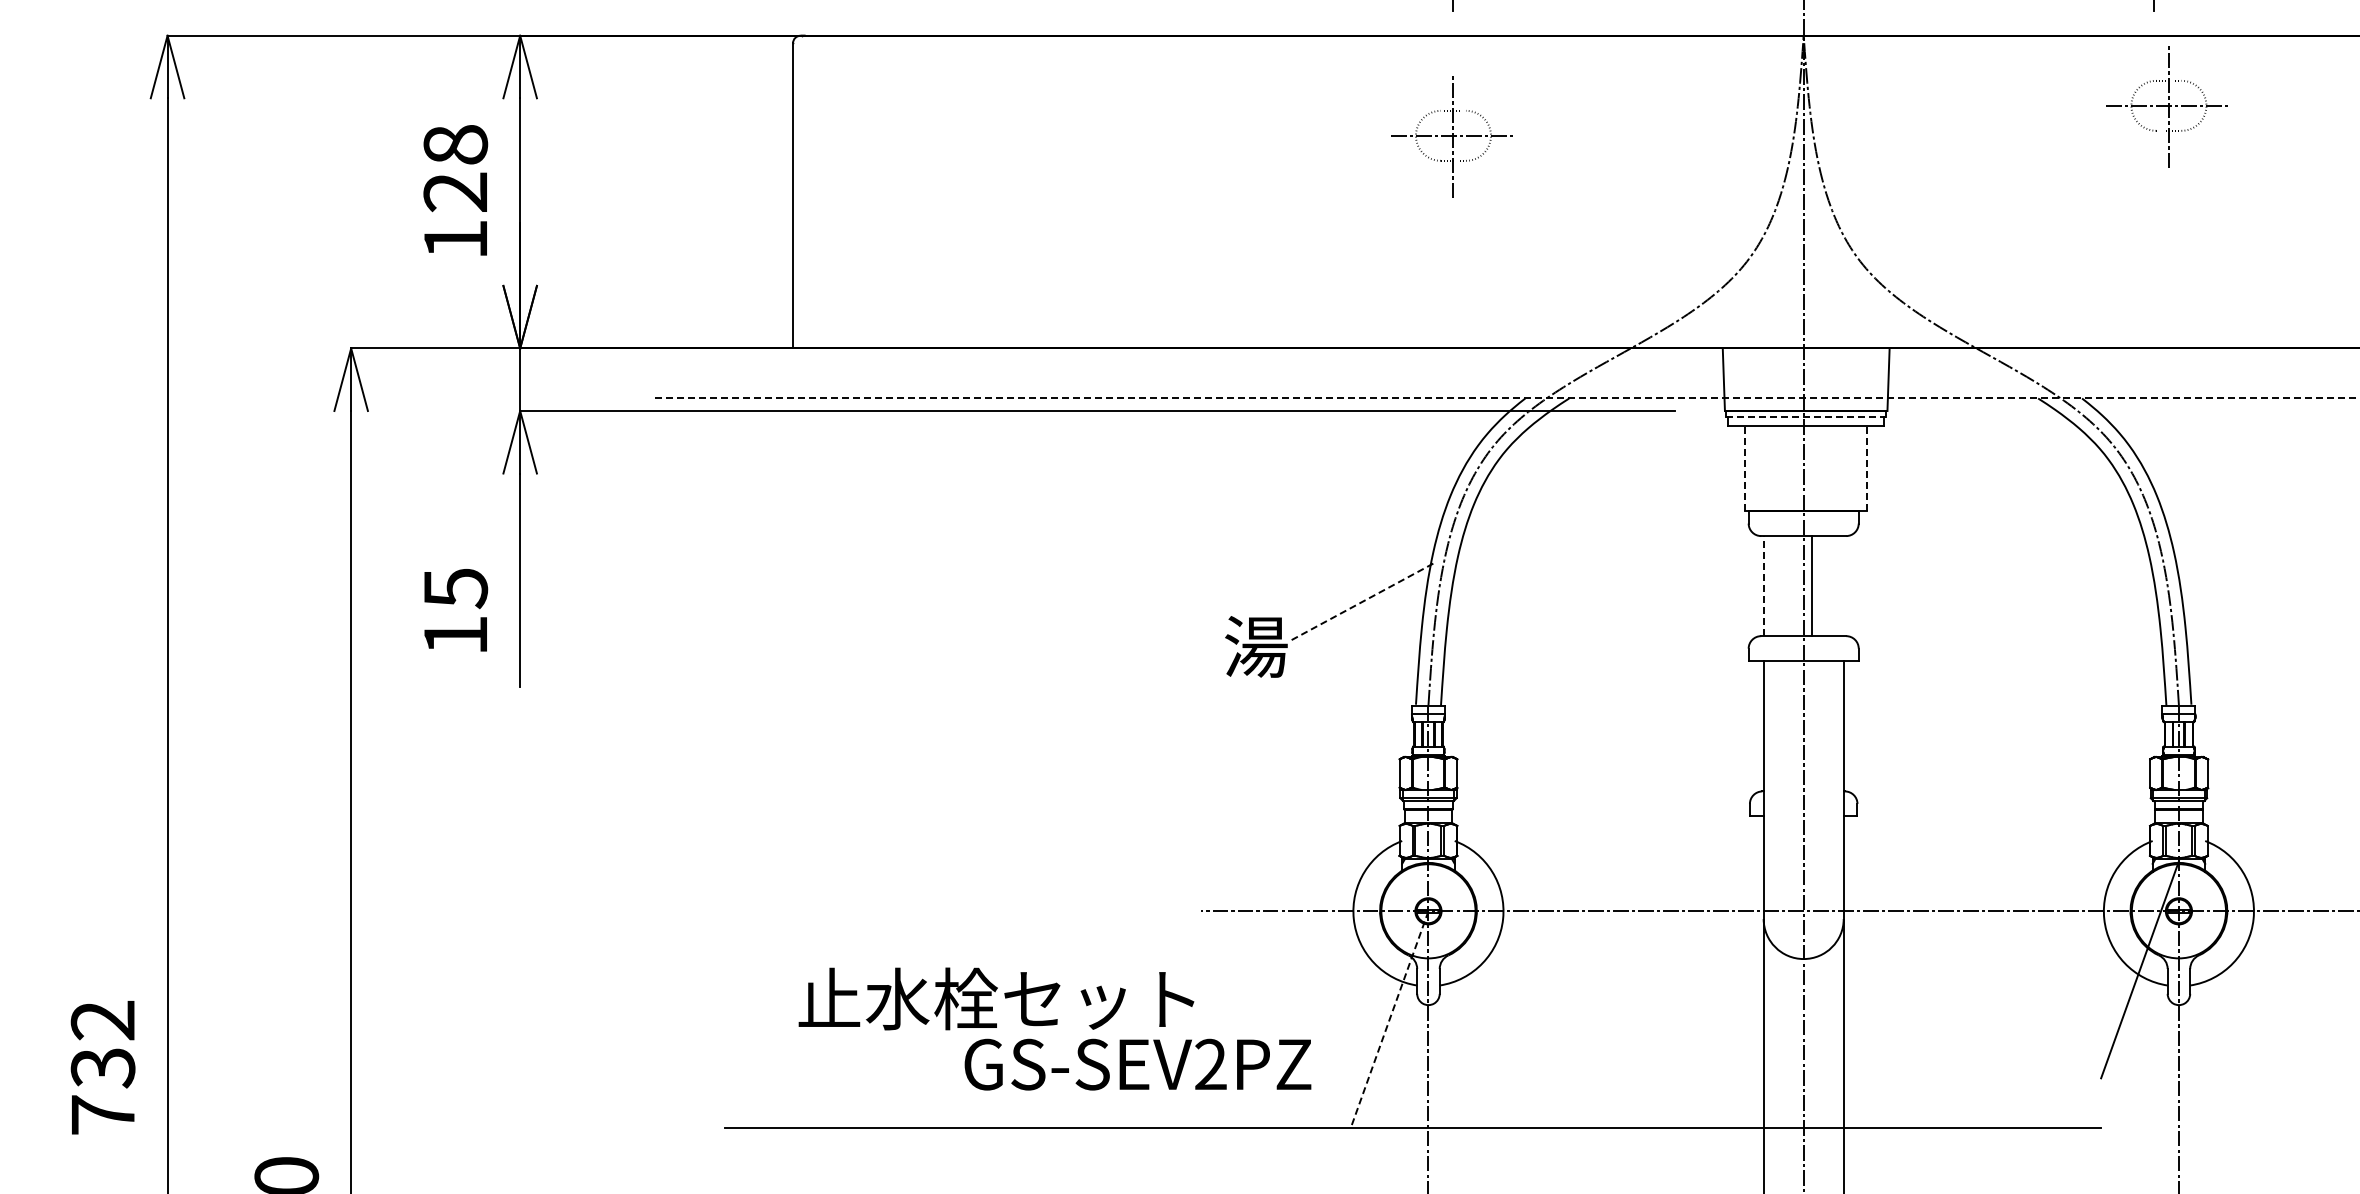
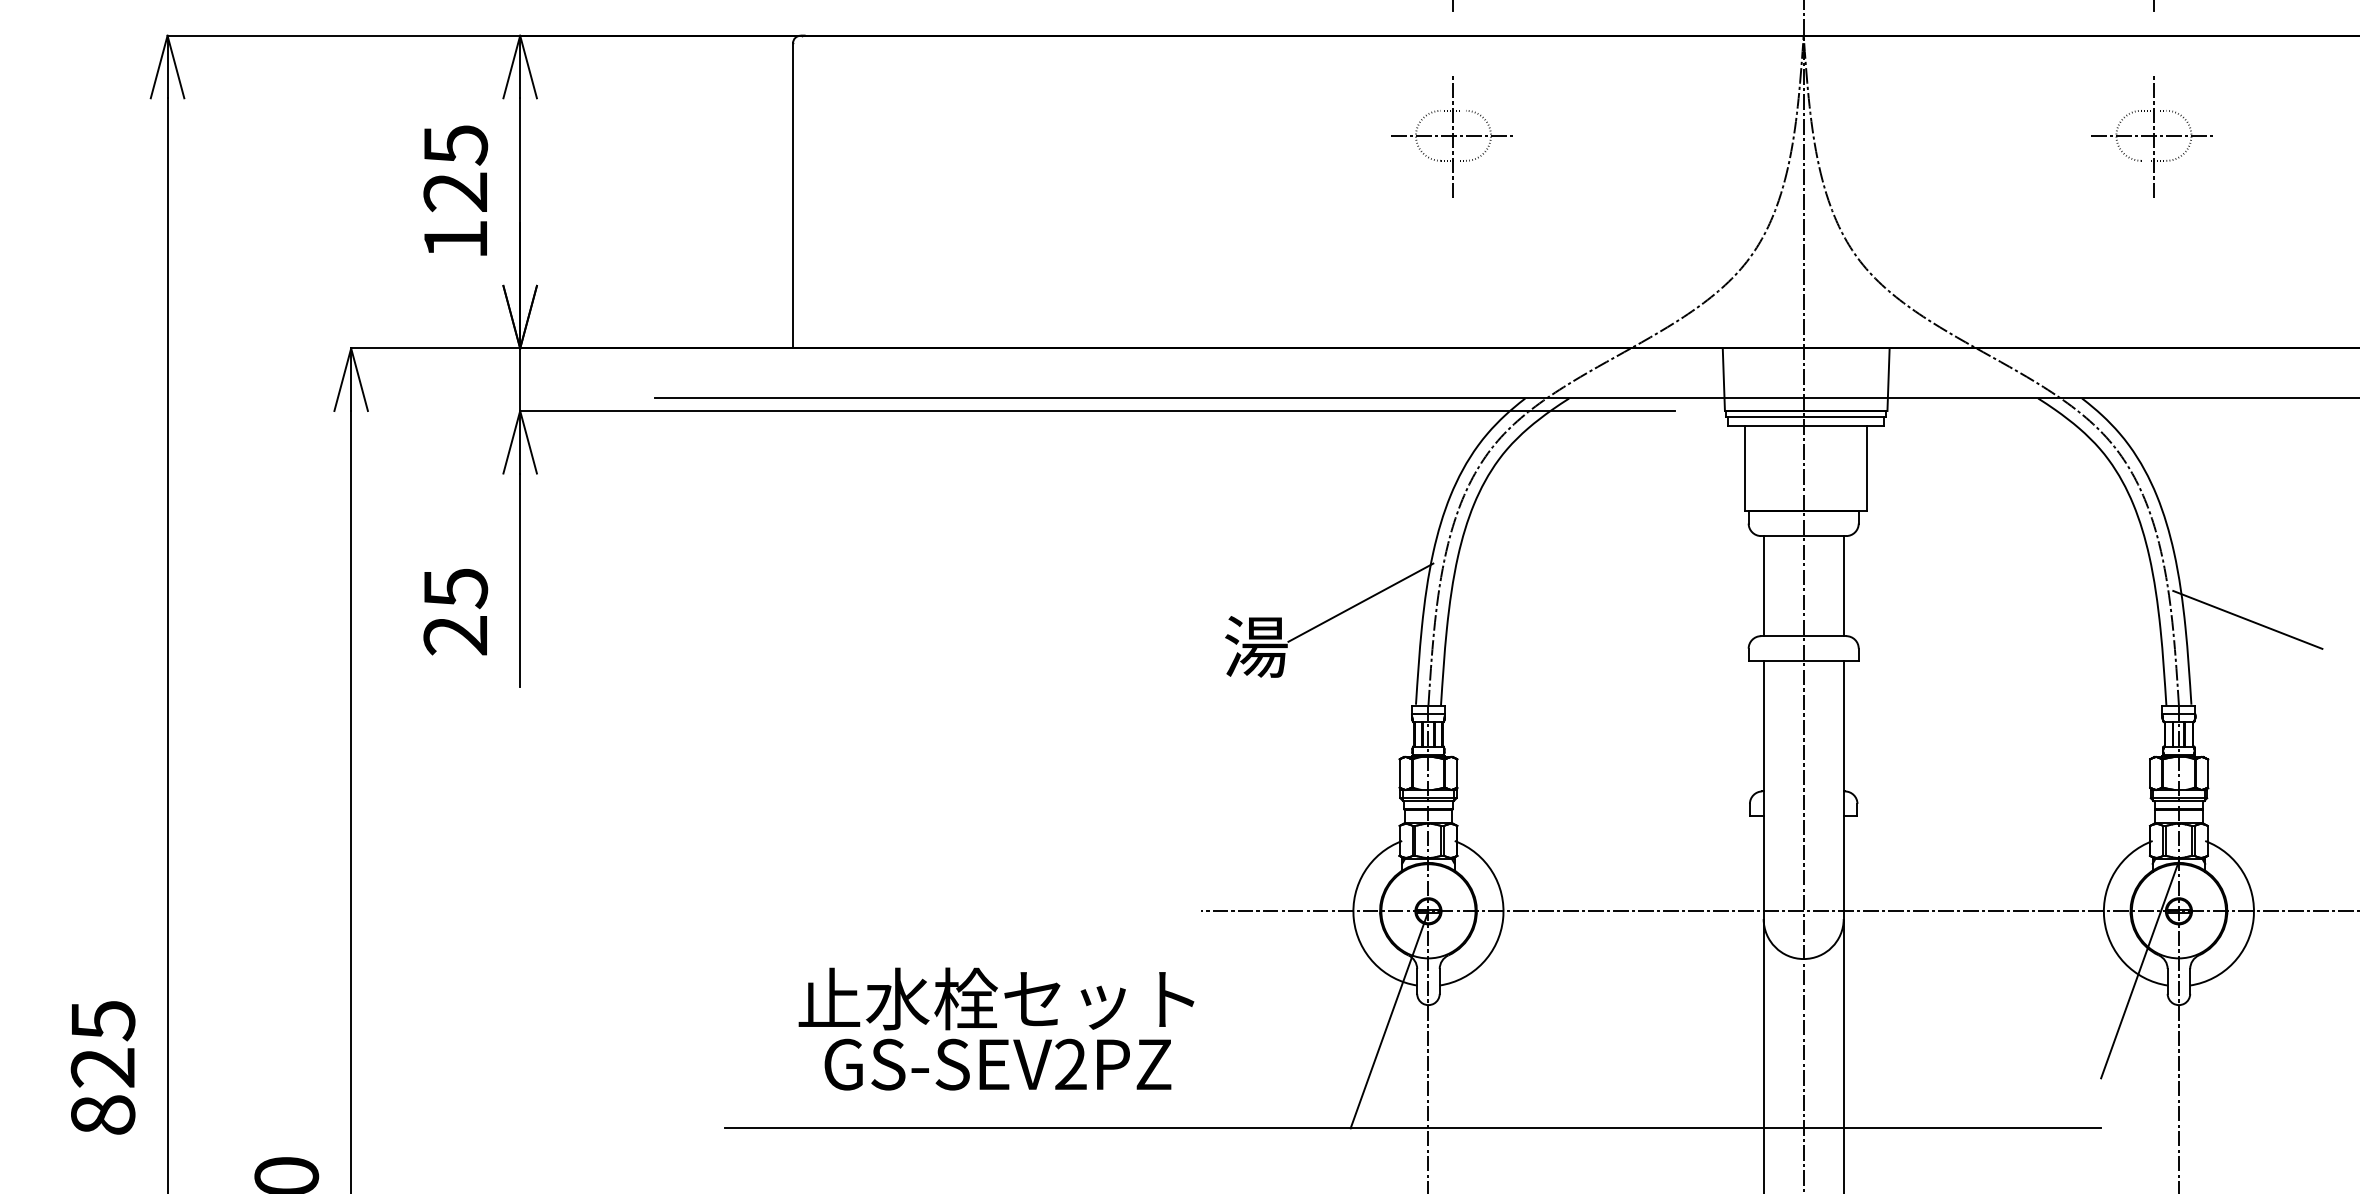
part at (2166, 106) position: (2166, 106) -> (2151, 136)
text at (455, 145): 128 -> 125
line at (1507, 398): dashed -> solid
line at (1806, 417): dashed -> solid
line at (1745, 468): dashed -> solid
line at (1867, 468): dashed -> solid
line at (1763, 585): dashed -> solid
line at (1811, 586) position: (1811, 586) -> (1843, 586)
line at (1360, 602): dashed -> solid
line at (2247, 619): none -> present
text at (454, 635): 15 -> 25
line at (1389, 1020): dashed -> solid
text at (1137, 1064) position: (1137, 1064) -> (997, 1064)
text at (102, 1067): 732 -> 825
